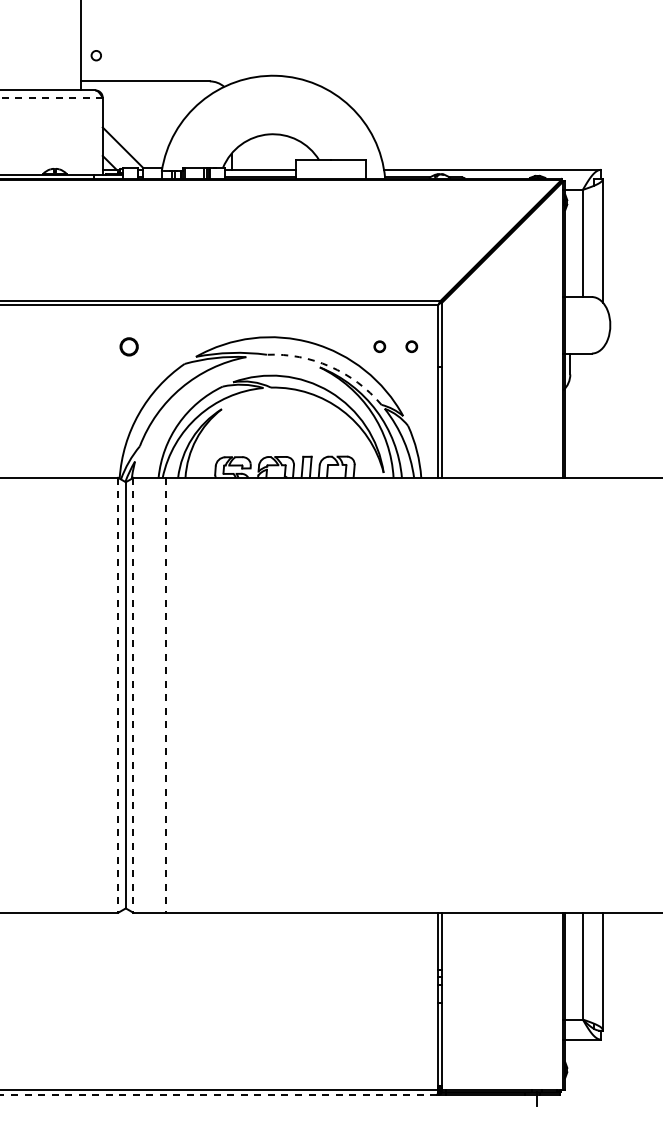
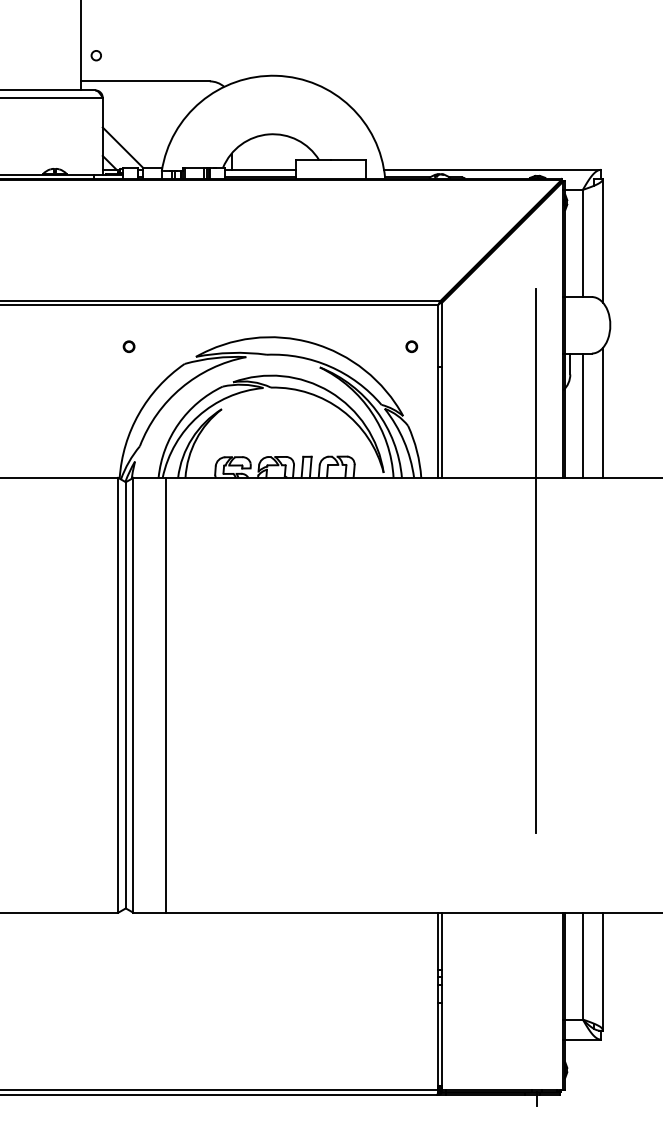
line at (51, 97): dashed -> solid
part at (128, 346) size: 20x20 px -> 14x13 px
part at (379, 346): present -> none
arc at (330, 366): dashed -> solid
line at (602, 412): none -> present
line at (582, 415): none -> present
line at (535, 561): none -> present
line at (118, 695): dashed -> solid
line at (133, 695): dashed -> solid
line at (166, 695): dashed -> solid
line at (218, 1094): dashed -> solid
